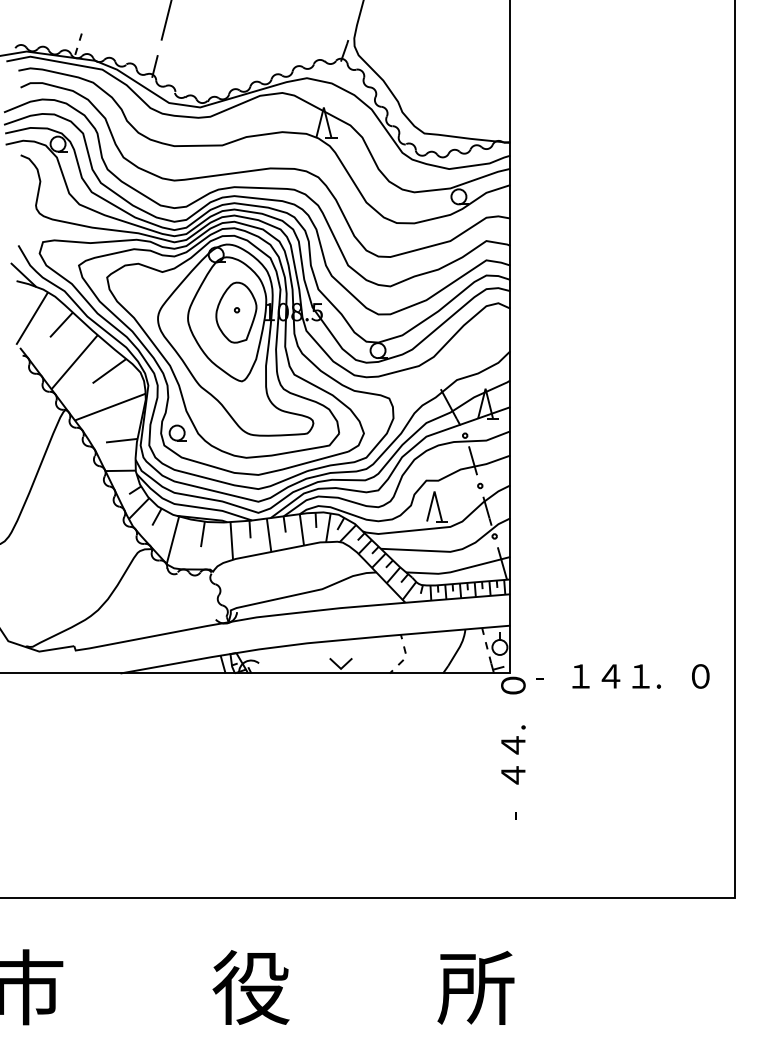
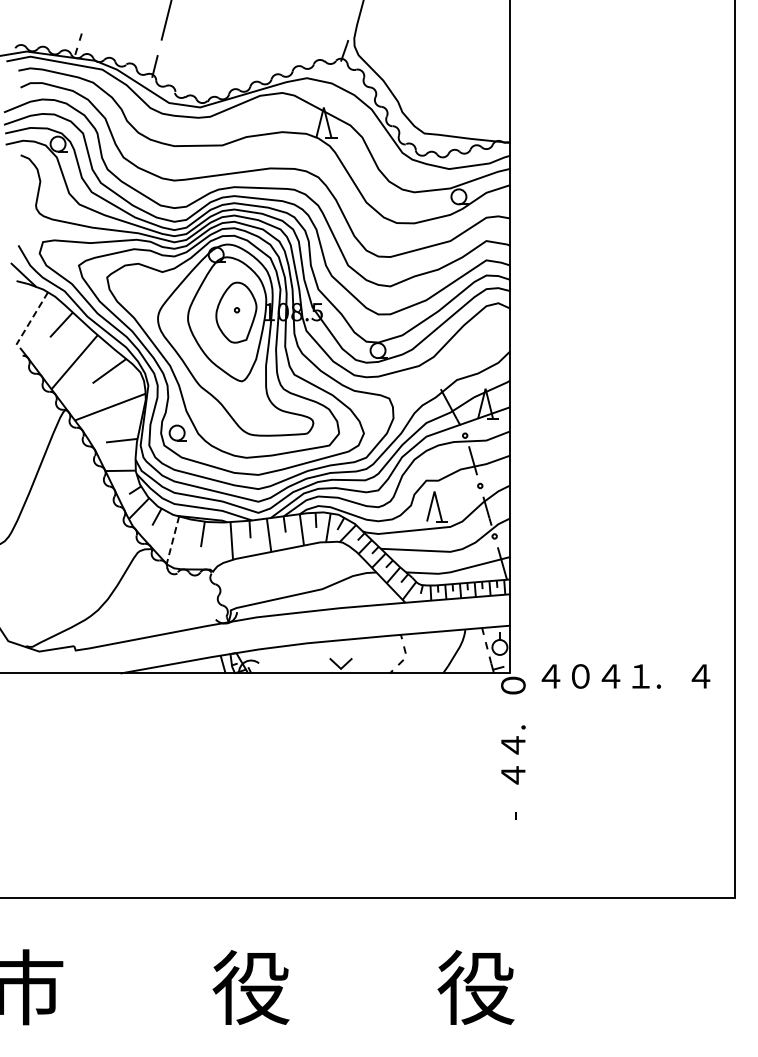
line at (32, 318): solid -> dashed
line at (172, 540): solid -> dashed
text at (548, 676): - -> ４
text at (580, 676): １ -> ０
text at (700, 676): ０ -> ４
text at (475, 987): 所 -> 役
